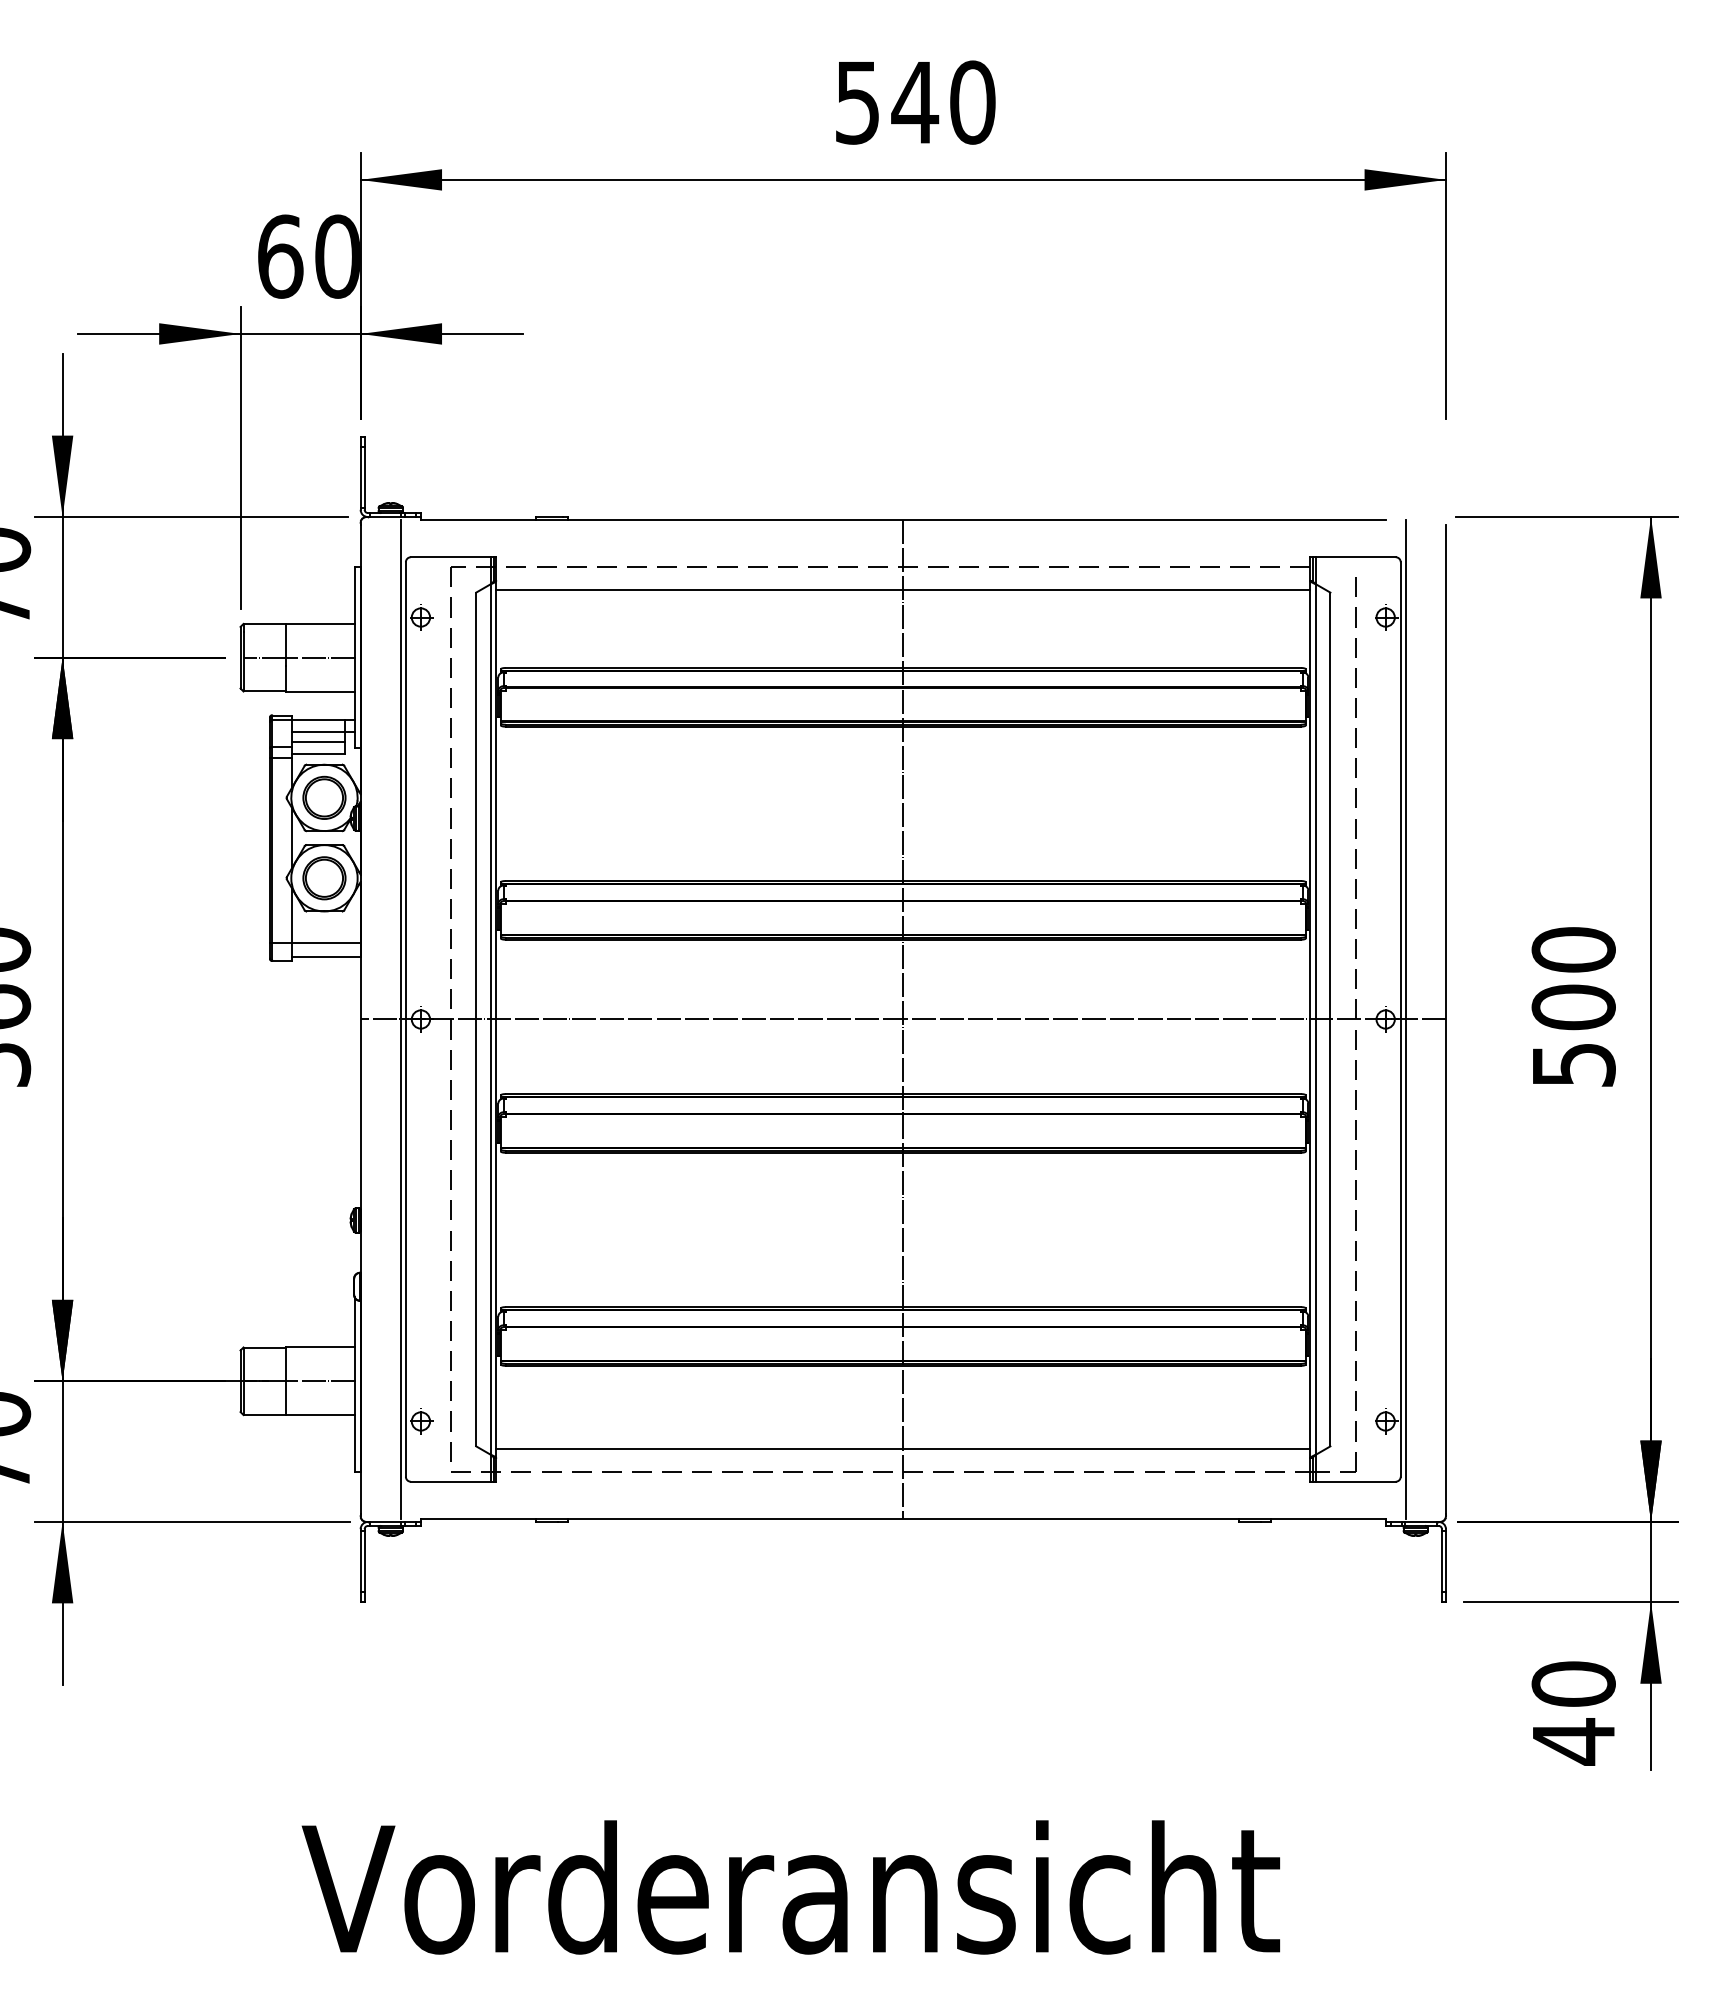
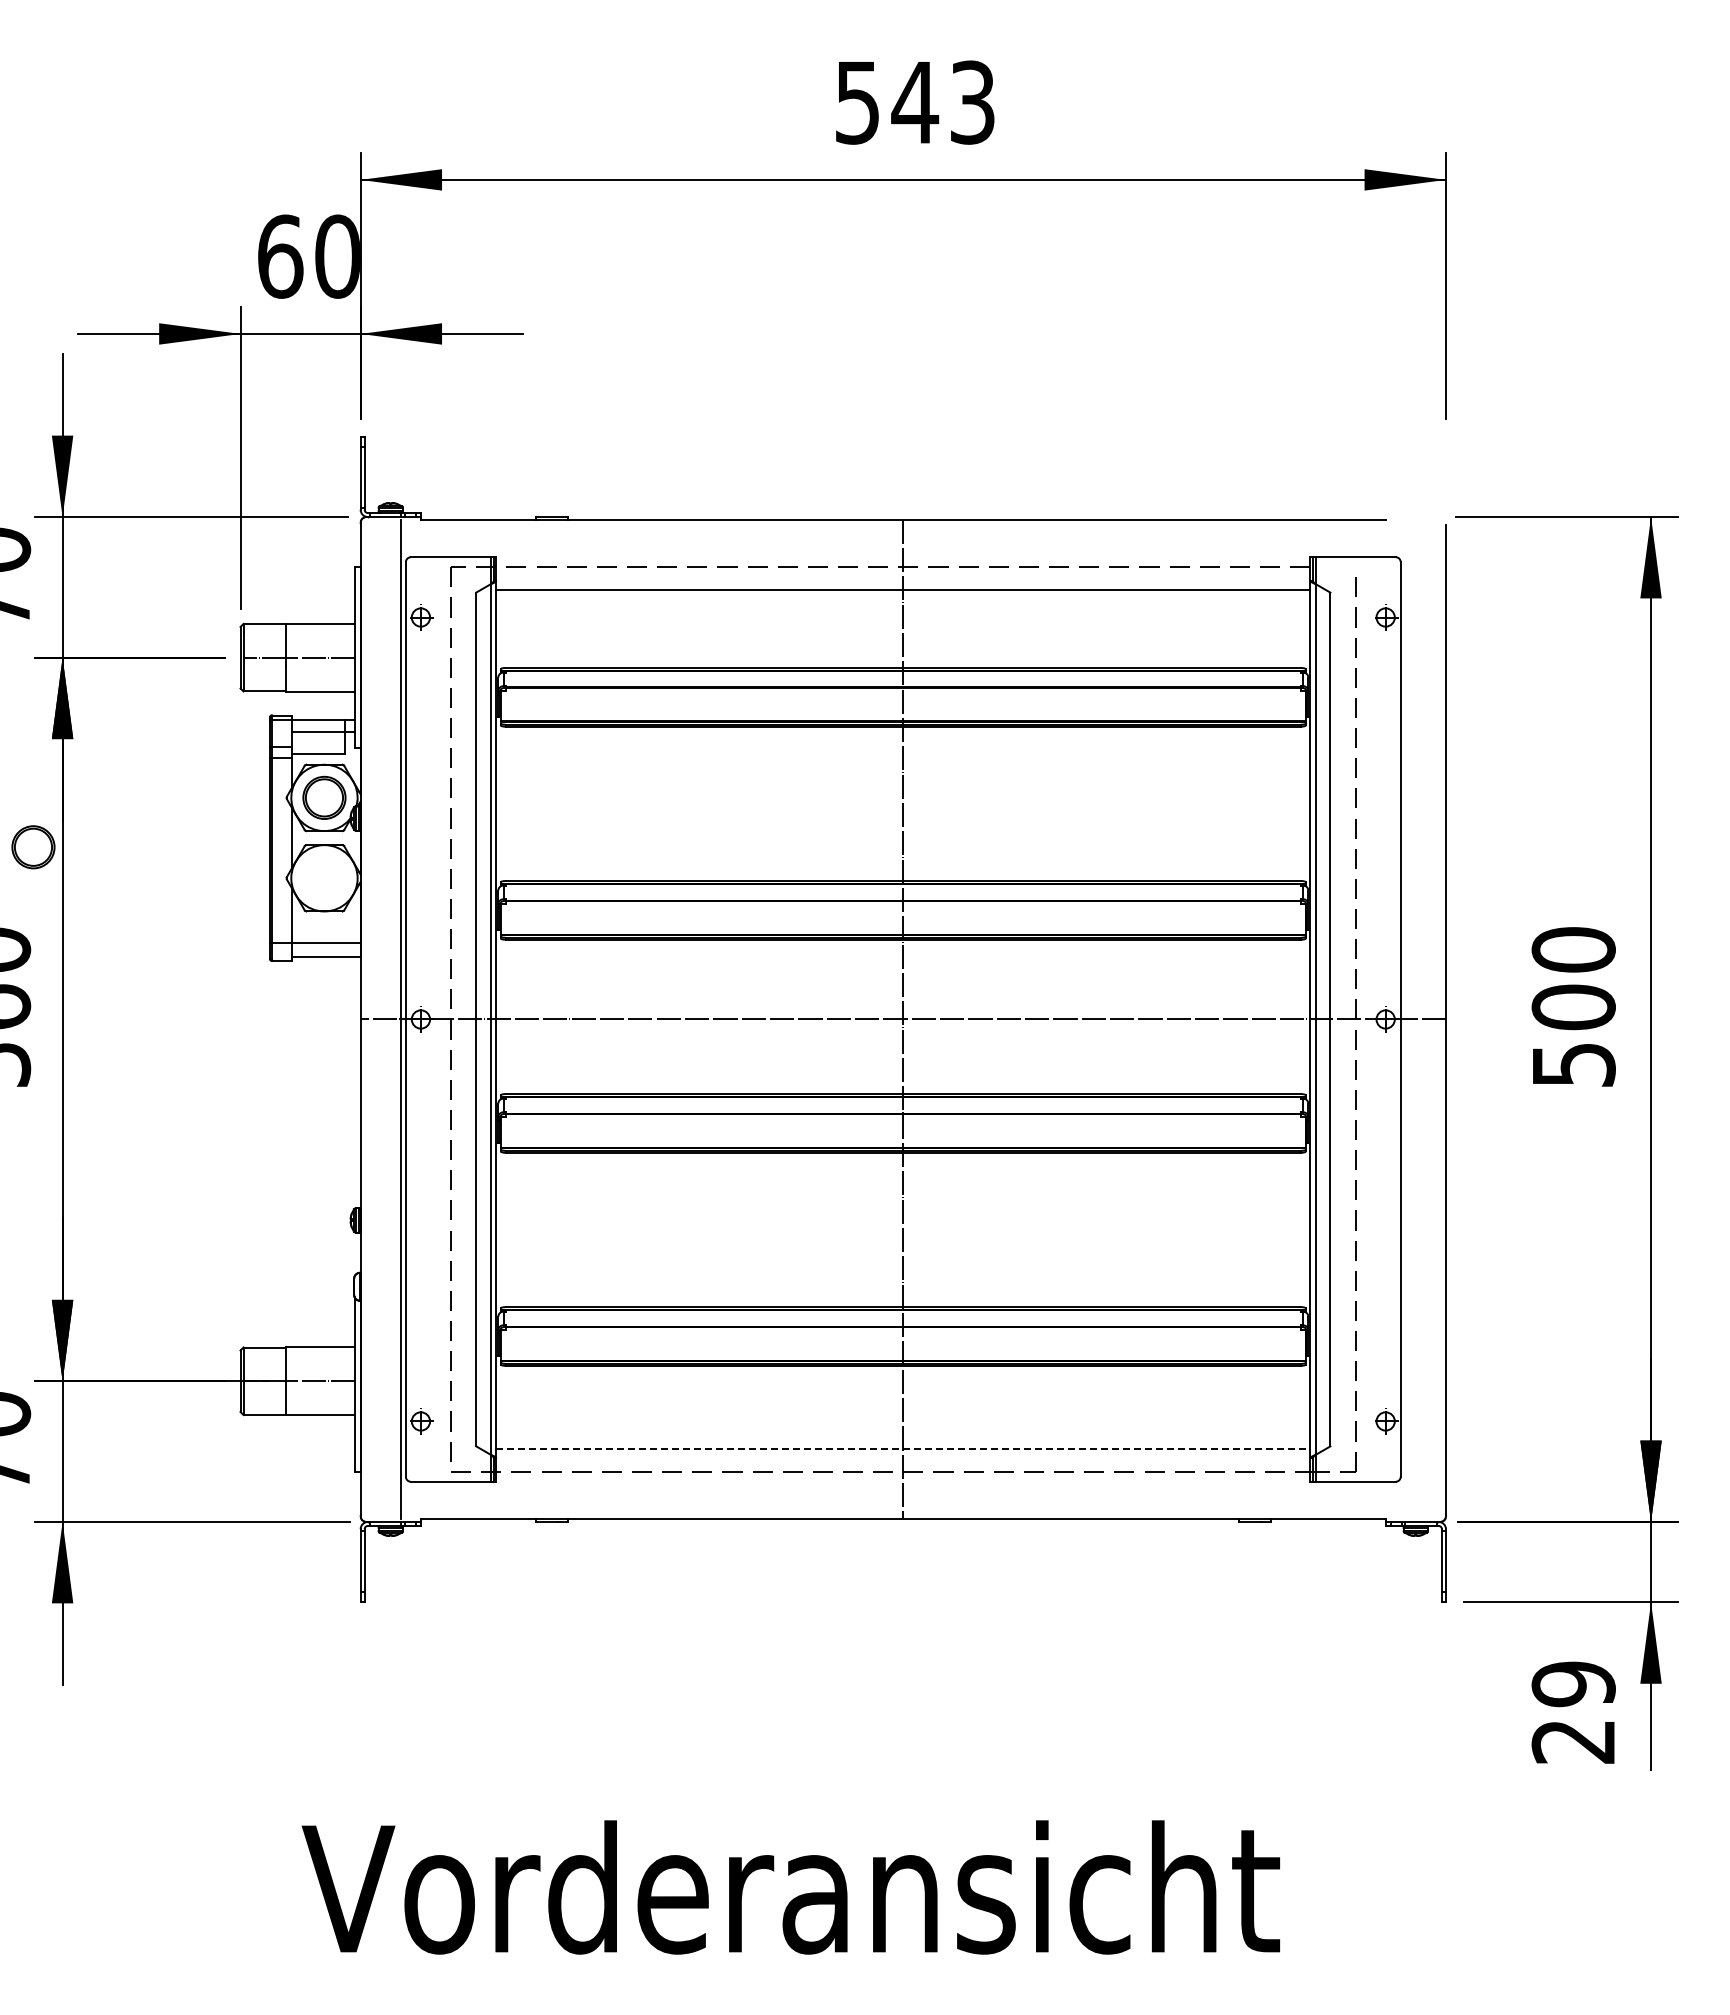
text at (972, 102): 540 -> 543
line at (318, 741): present -> none
part at (324, 878) position: (324, 878) -> (33, 847)
line at (1405, 1019): present -> none
line at (903, 1449): solid -> dashed
text at (1573, 1713): 40 -> 29
